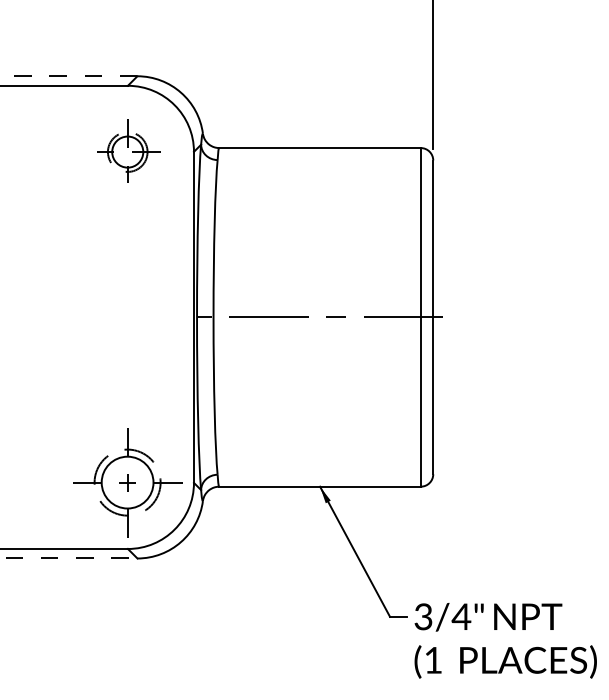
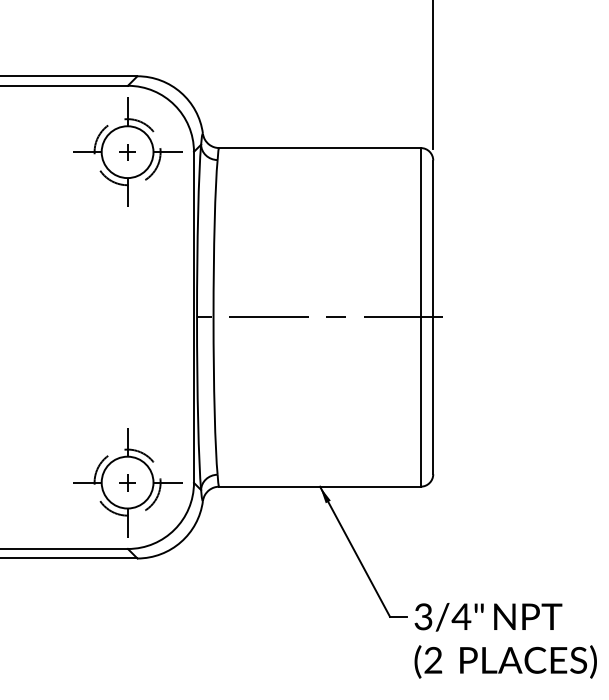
line at (68, 76): dashed -> solid
part at (128, 150) size: 64x64 px -> 110x110 px
line at (69, 558): dashed -> solid
text at (433, 659): (1 -> (2
